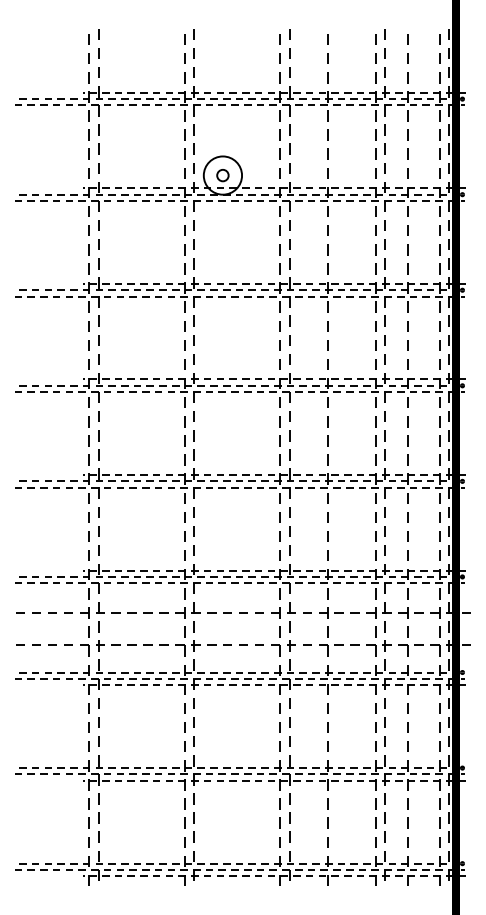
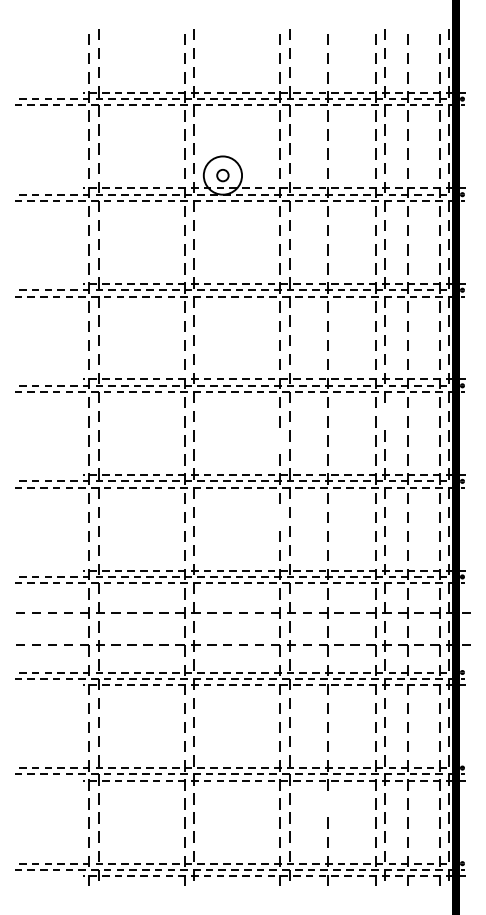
line at (384, 416): present -> none
line at (279, 440): present -> none
line at (279, 517): present -> none
line at (327, 803): present -> none
